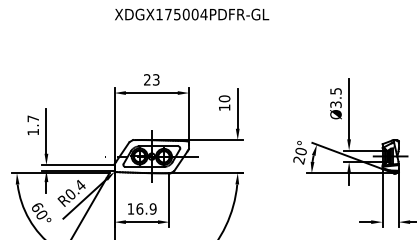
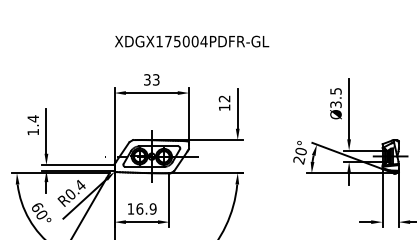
text at (192, 14) position: (192, 14) -> (192, 41)
text at (147, 80): 23 -> 33
text at (224, 98): 10 -> 12
text at (32, 118): 1.7 -> 1.4
